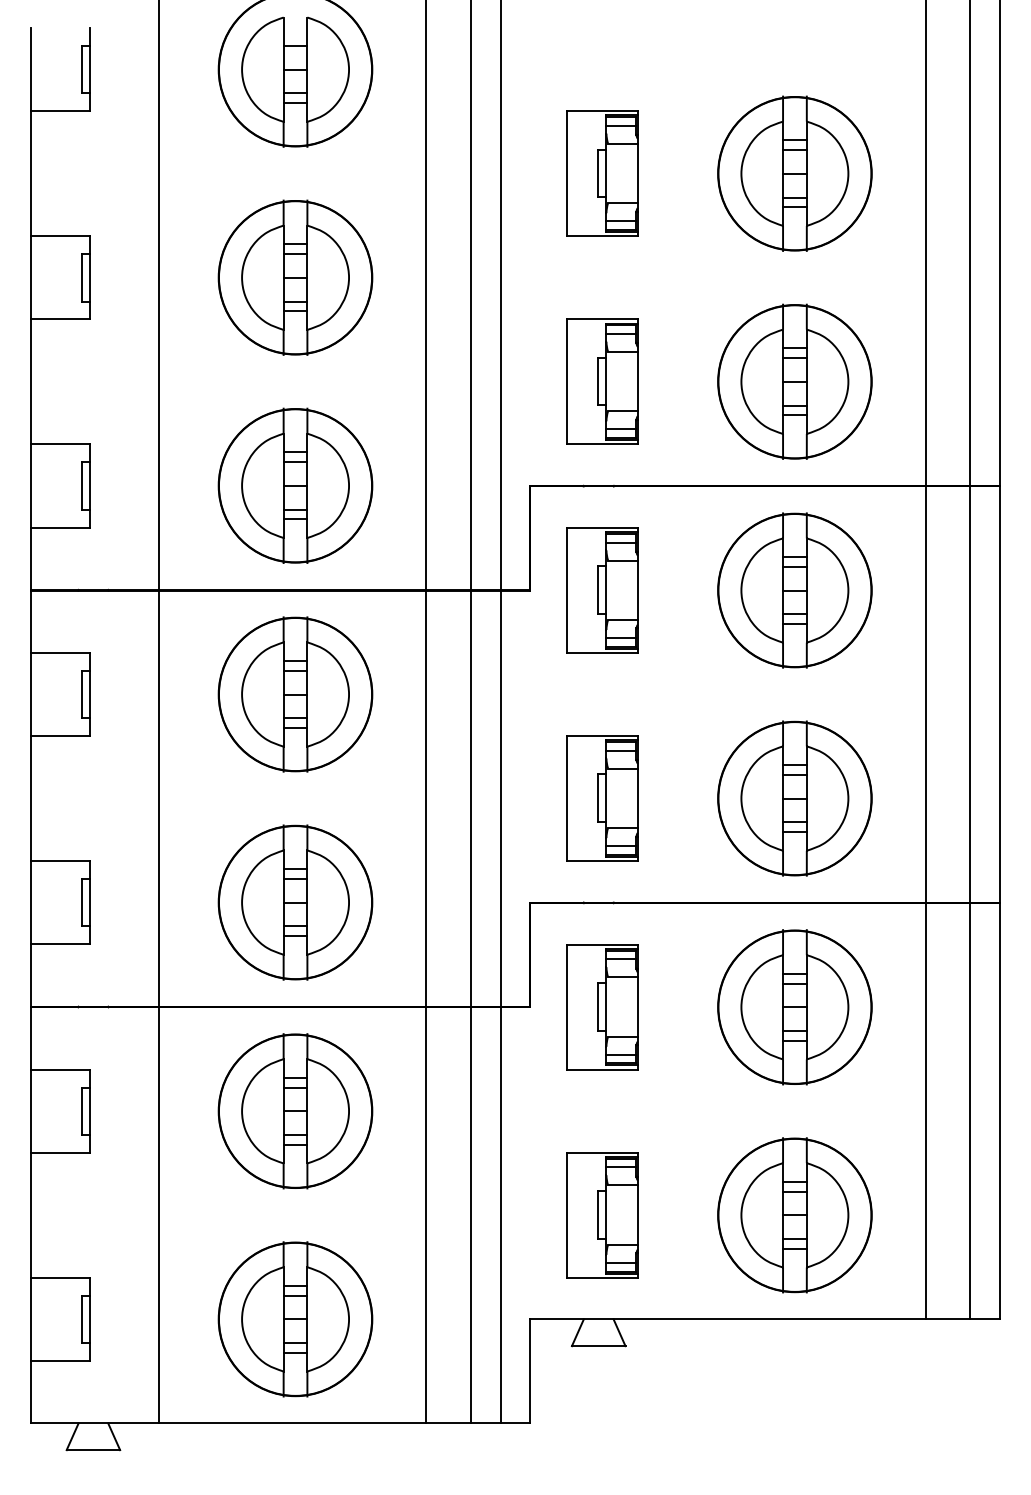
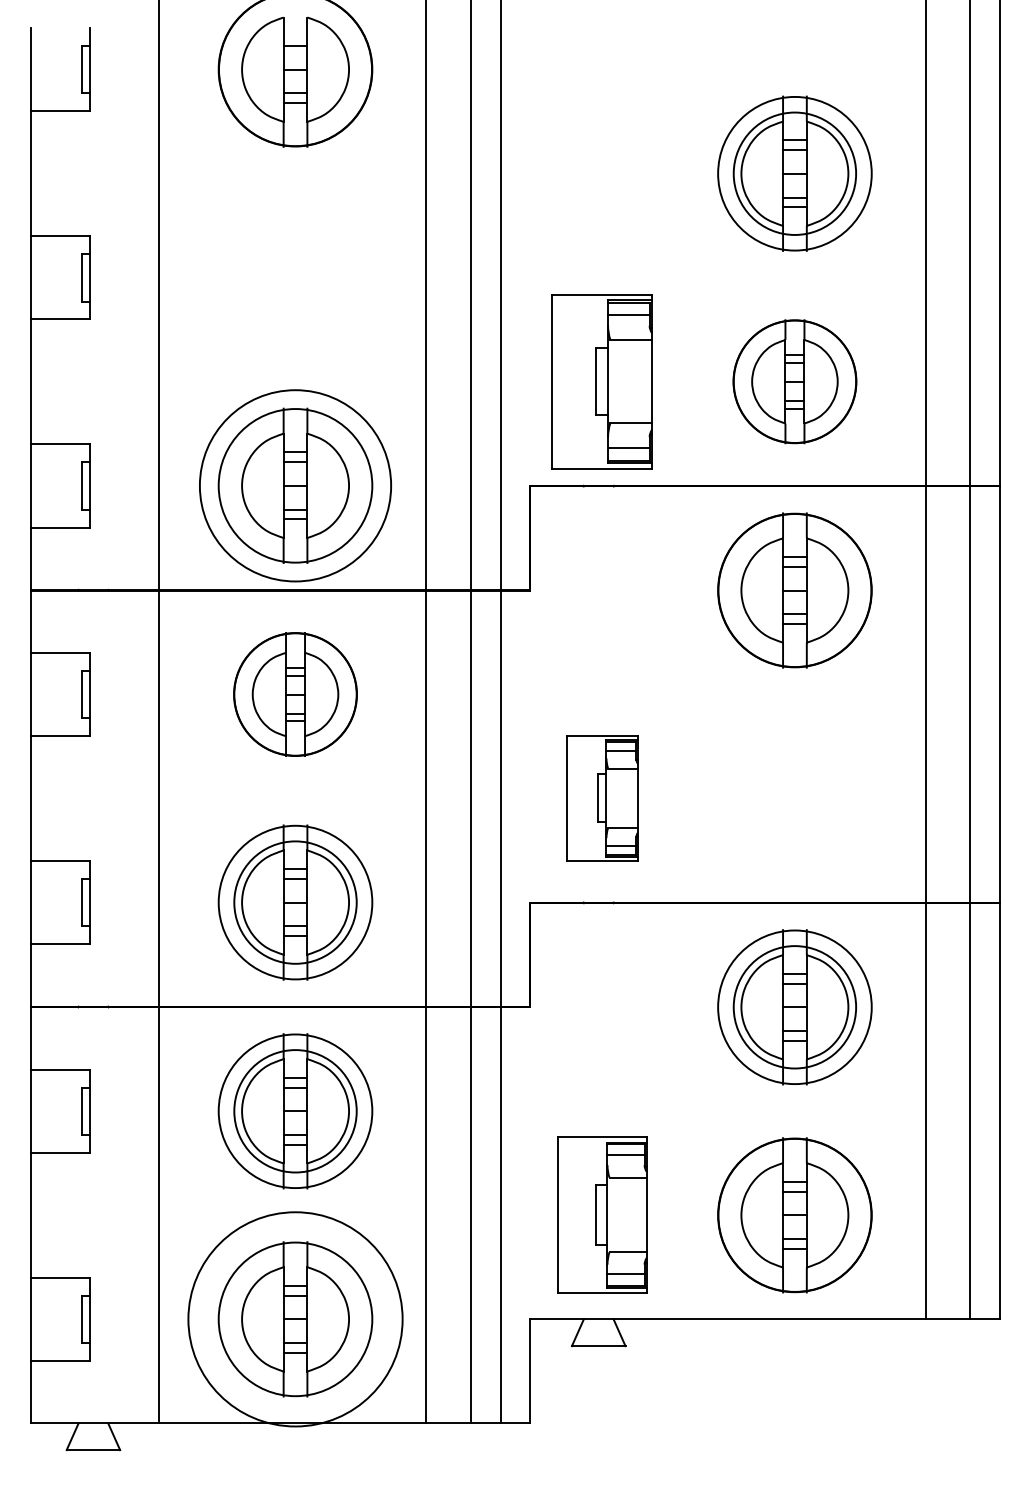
part at (602, 173): present -> none
circle at (794, 173) diameter: 153 px -> 122 px
part at (295, 277): present -> none
part at (602, 381) size: 73x127 px -> 102x176 px
part at (794, 381) size: 156x157 px -> 126x126 px
circle at (295, 485) diameter: 153 px -> 191 px
part at (602, 590): present -> none
part at (295, 694) size: 157x157 px -> 125x125 px
part at (794, 798): present -> none
circle at (295, 902) diameter: 153 px -> 122 px
circle at (794, 1006) diameter: 153 px -> 122 px
part at (602, 1007): present -> none
circle at (295, 1110) diameter: 153 px -> 122 px
part at (602, 1215) size: 73x127 px -> 91x158 px
circle at (295, 1318) diameter: 153 px -> 214 px
